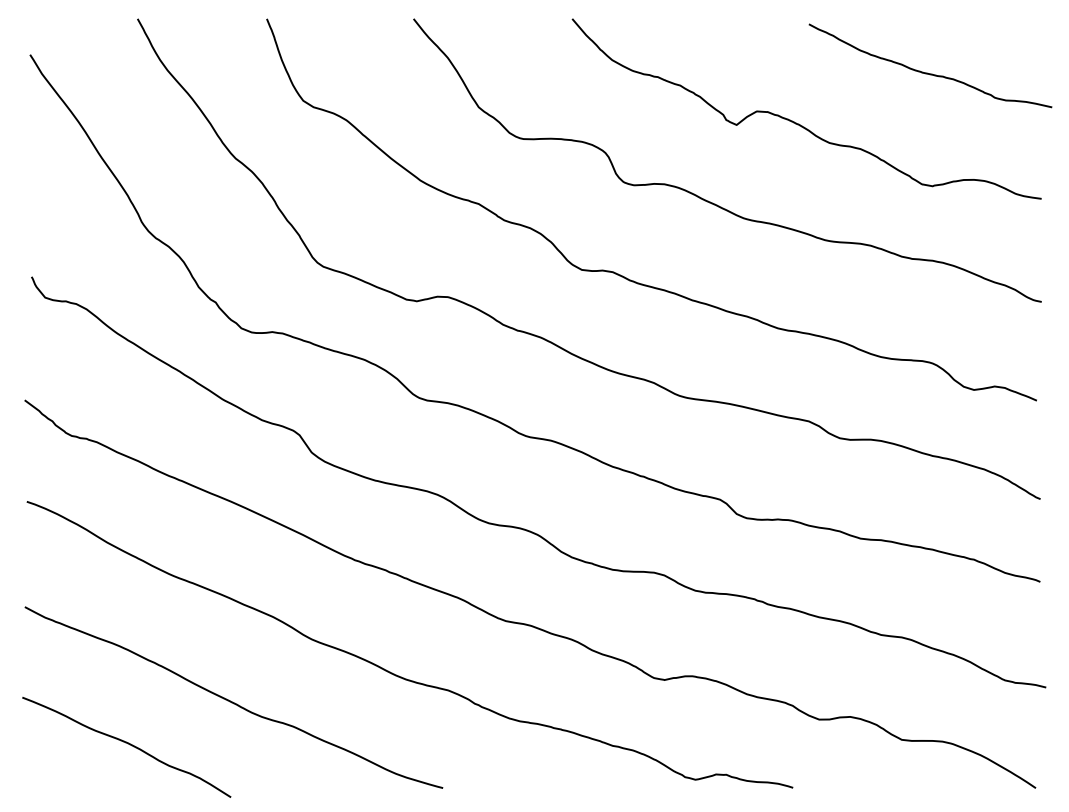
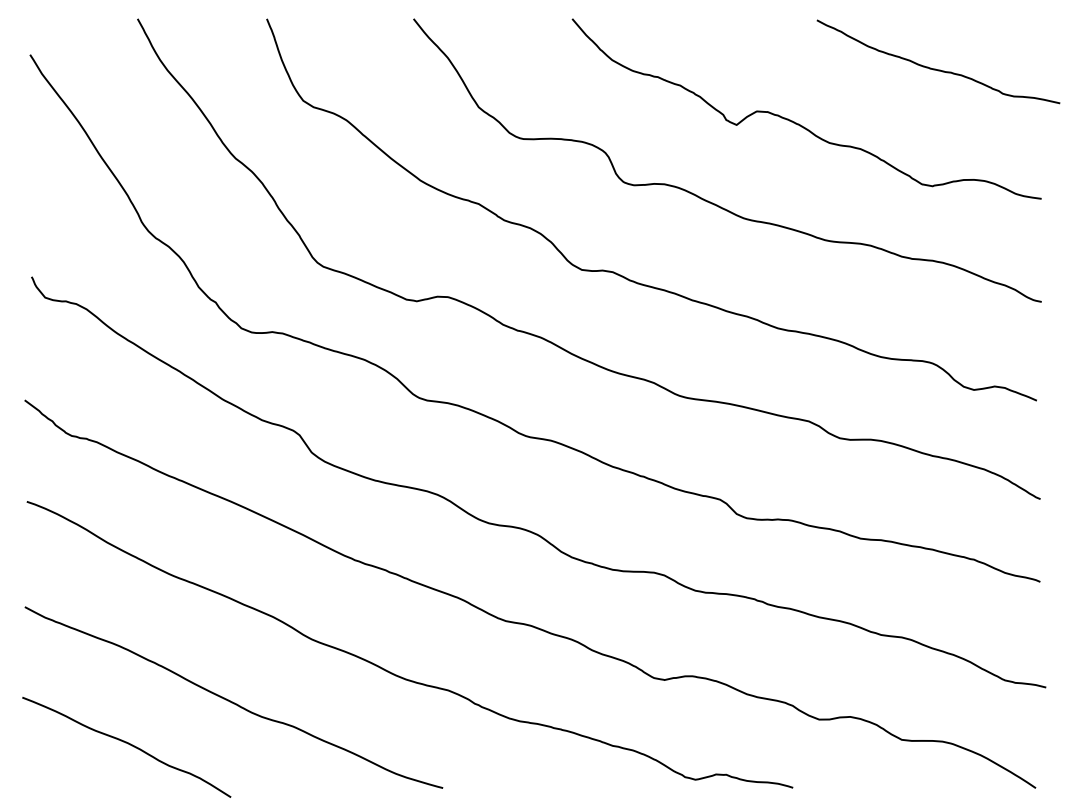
curve at (927, 72) position: (927, 72) -> (935, 68)
